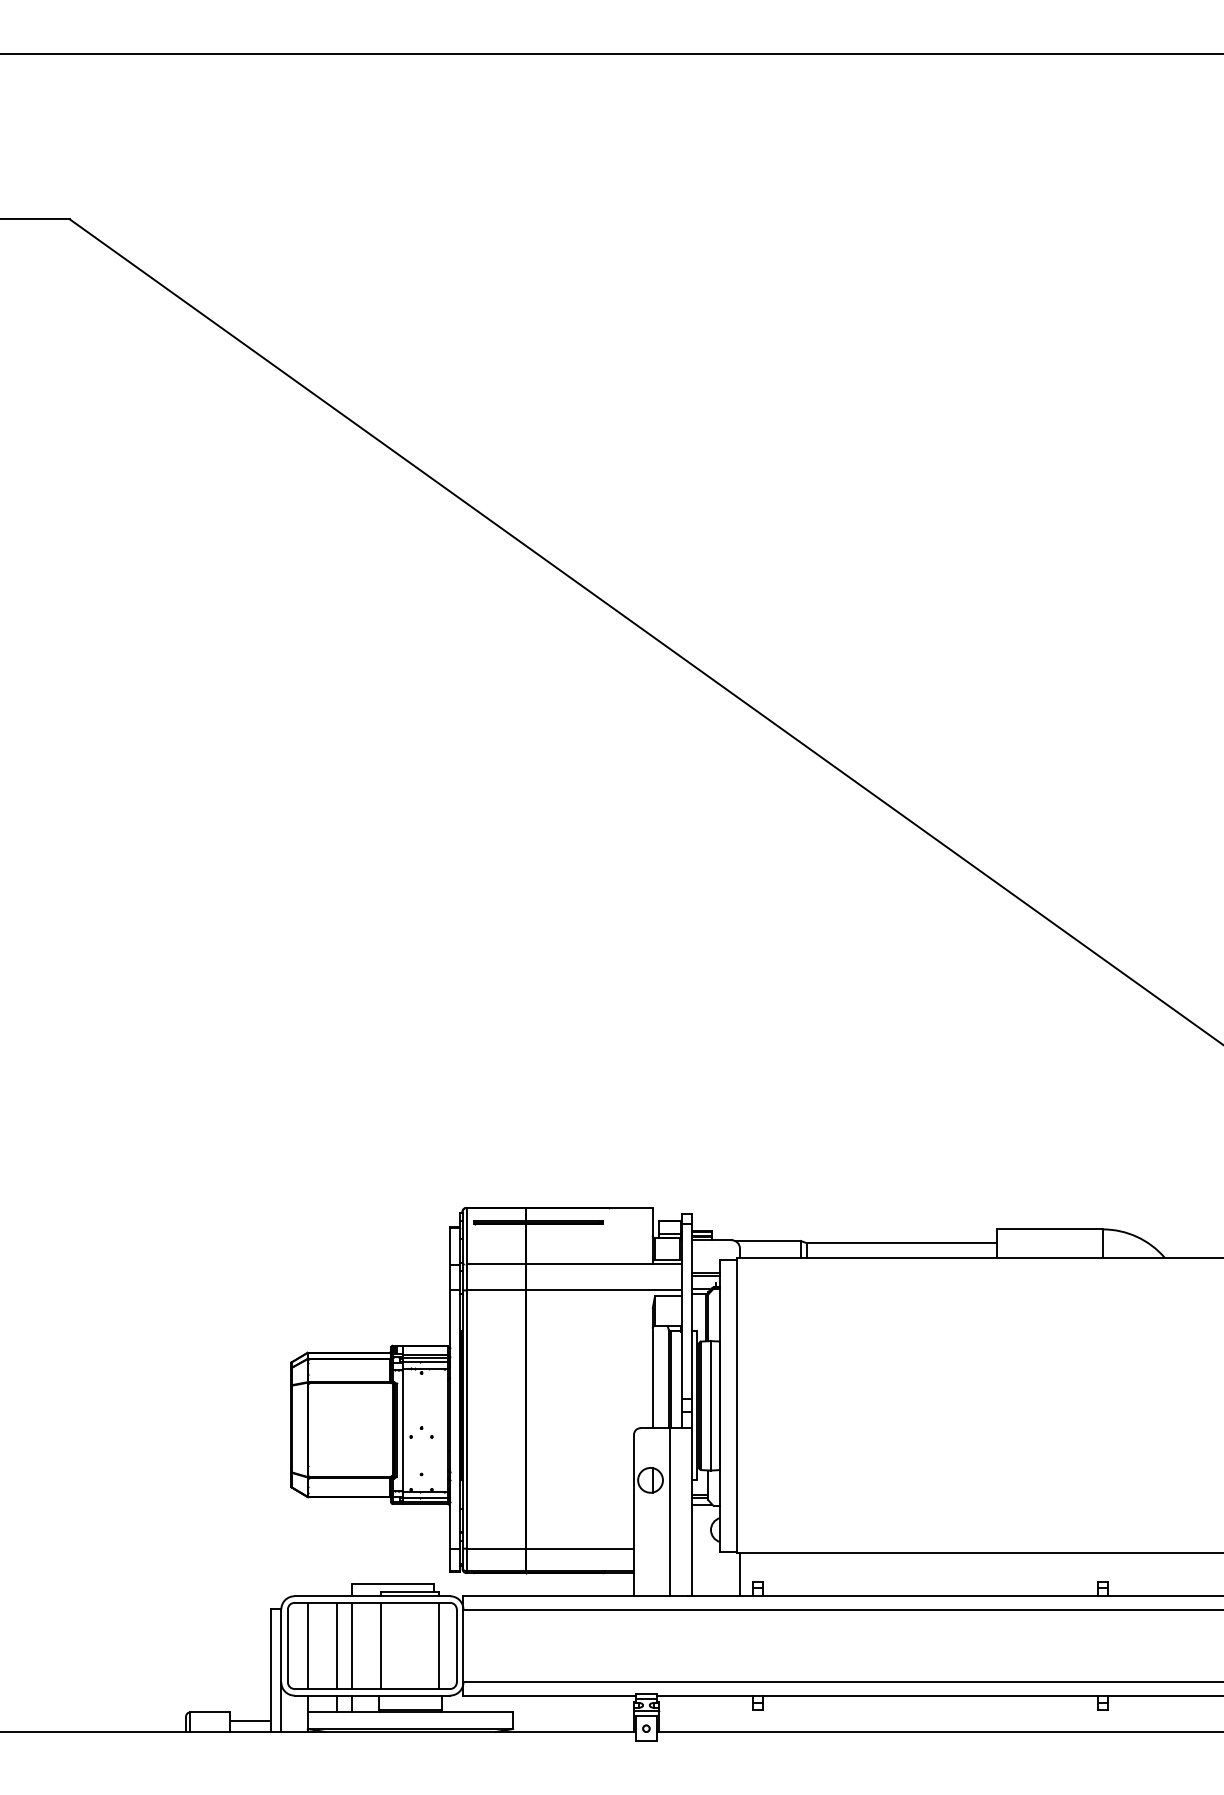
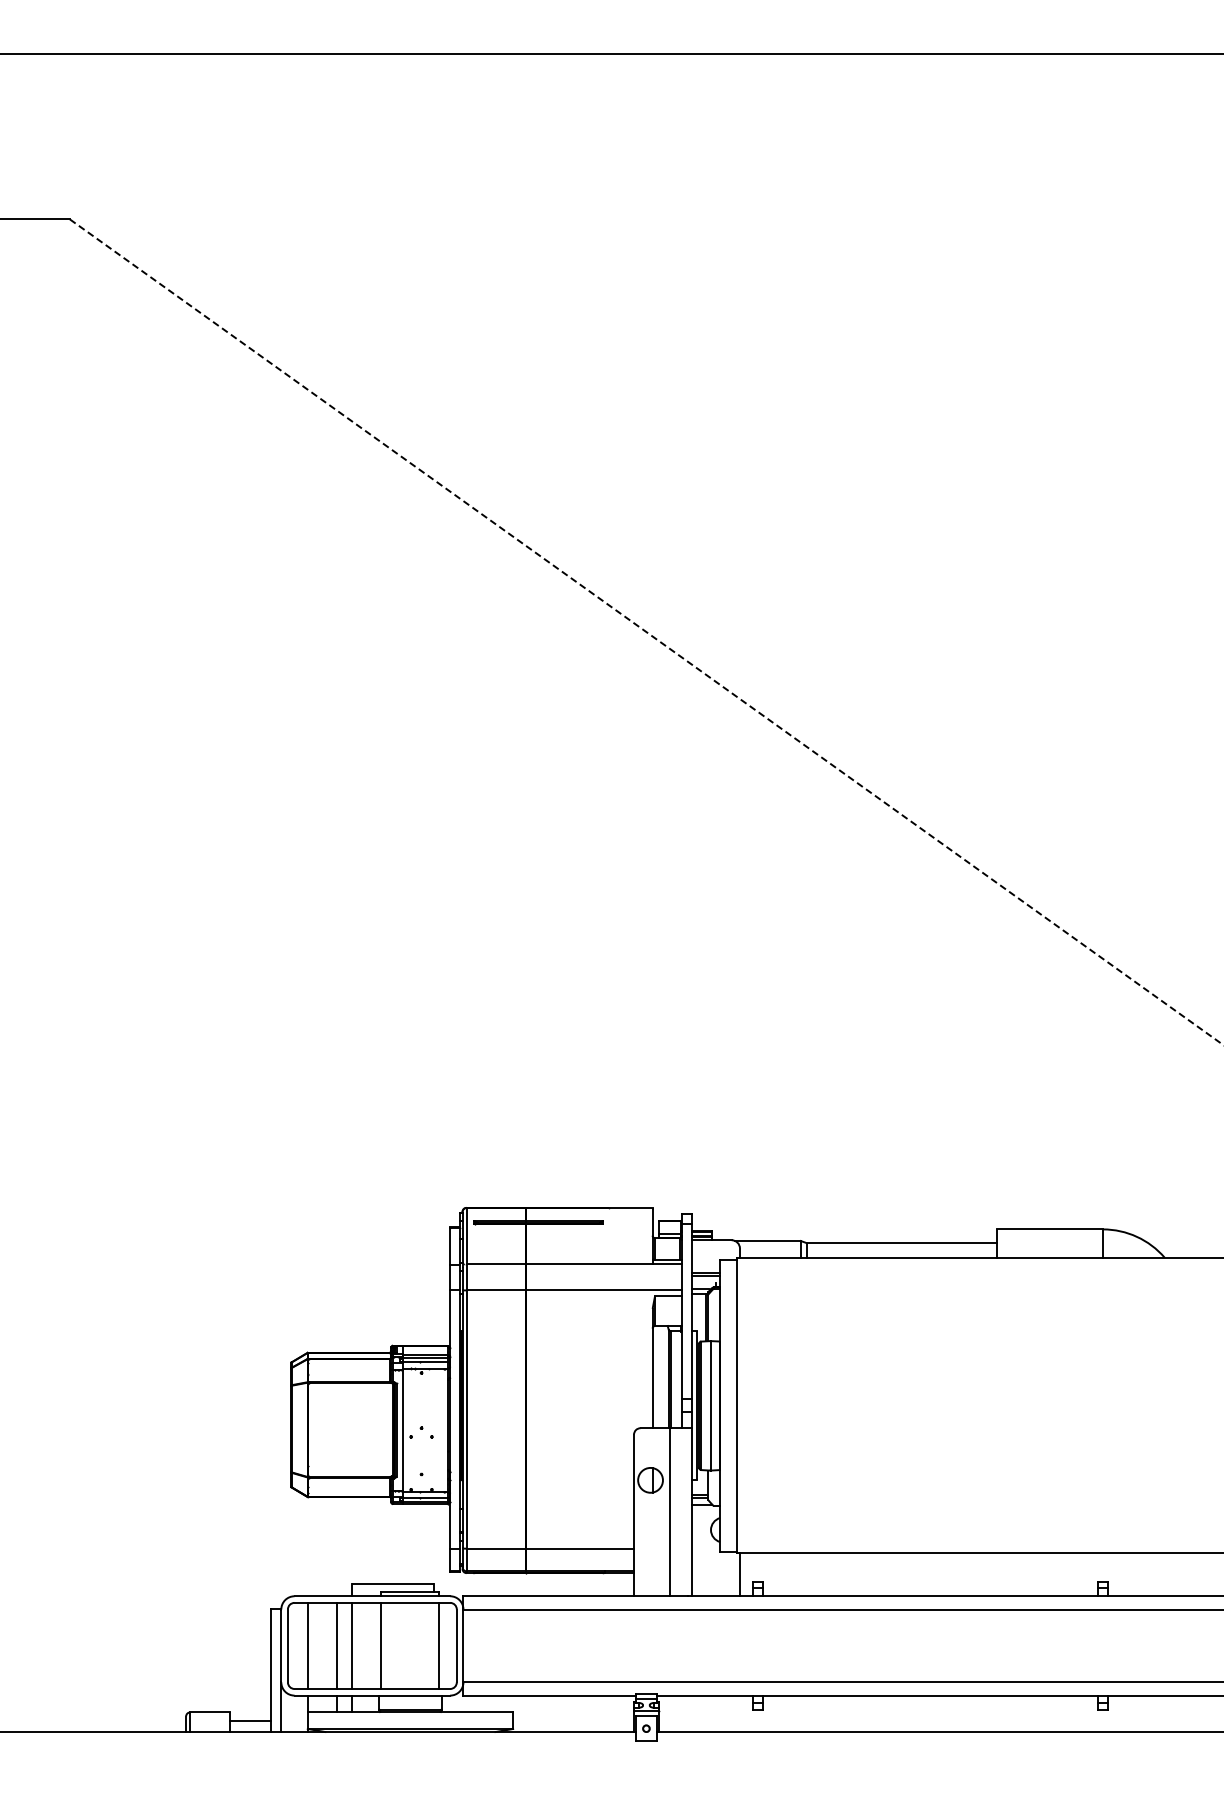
line at (647, 632): solid -> dashed
